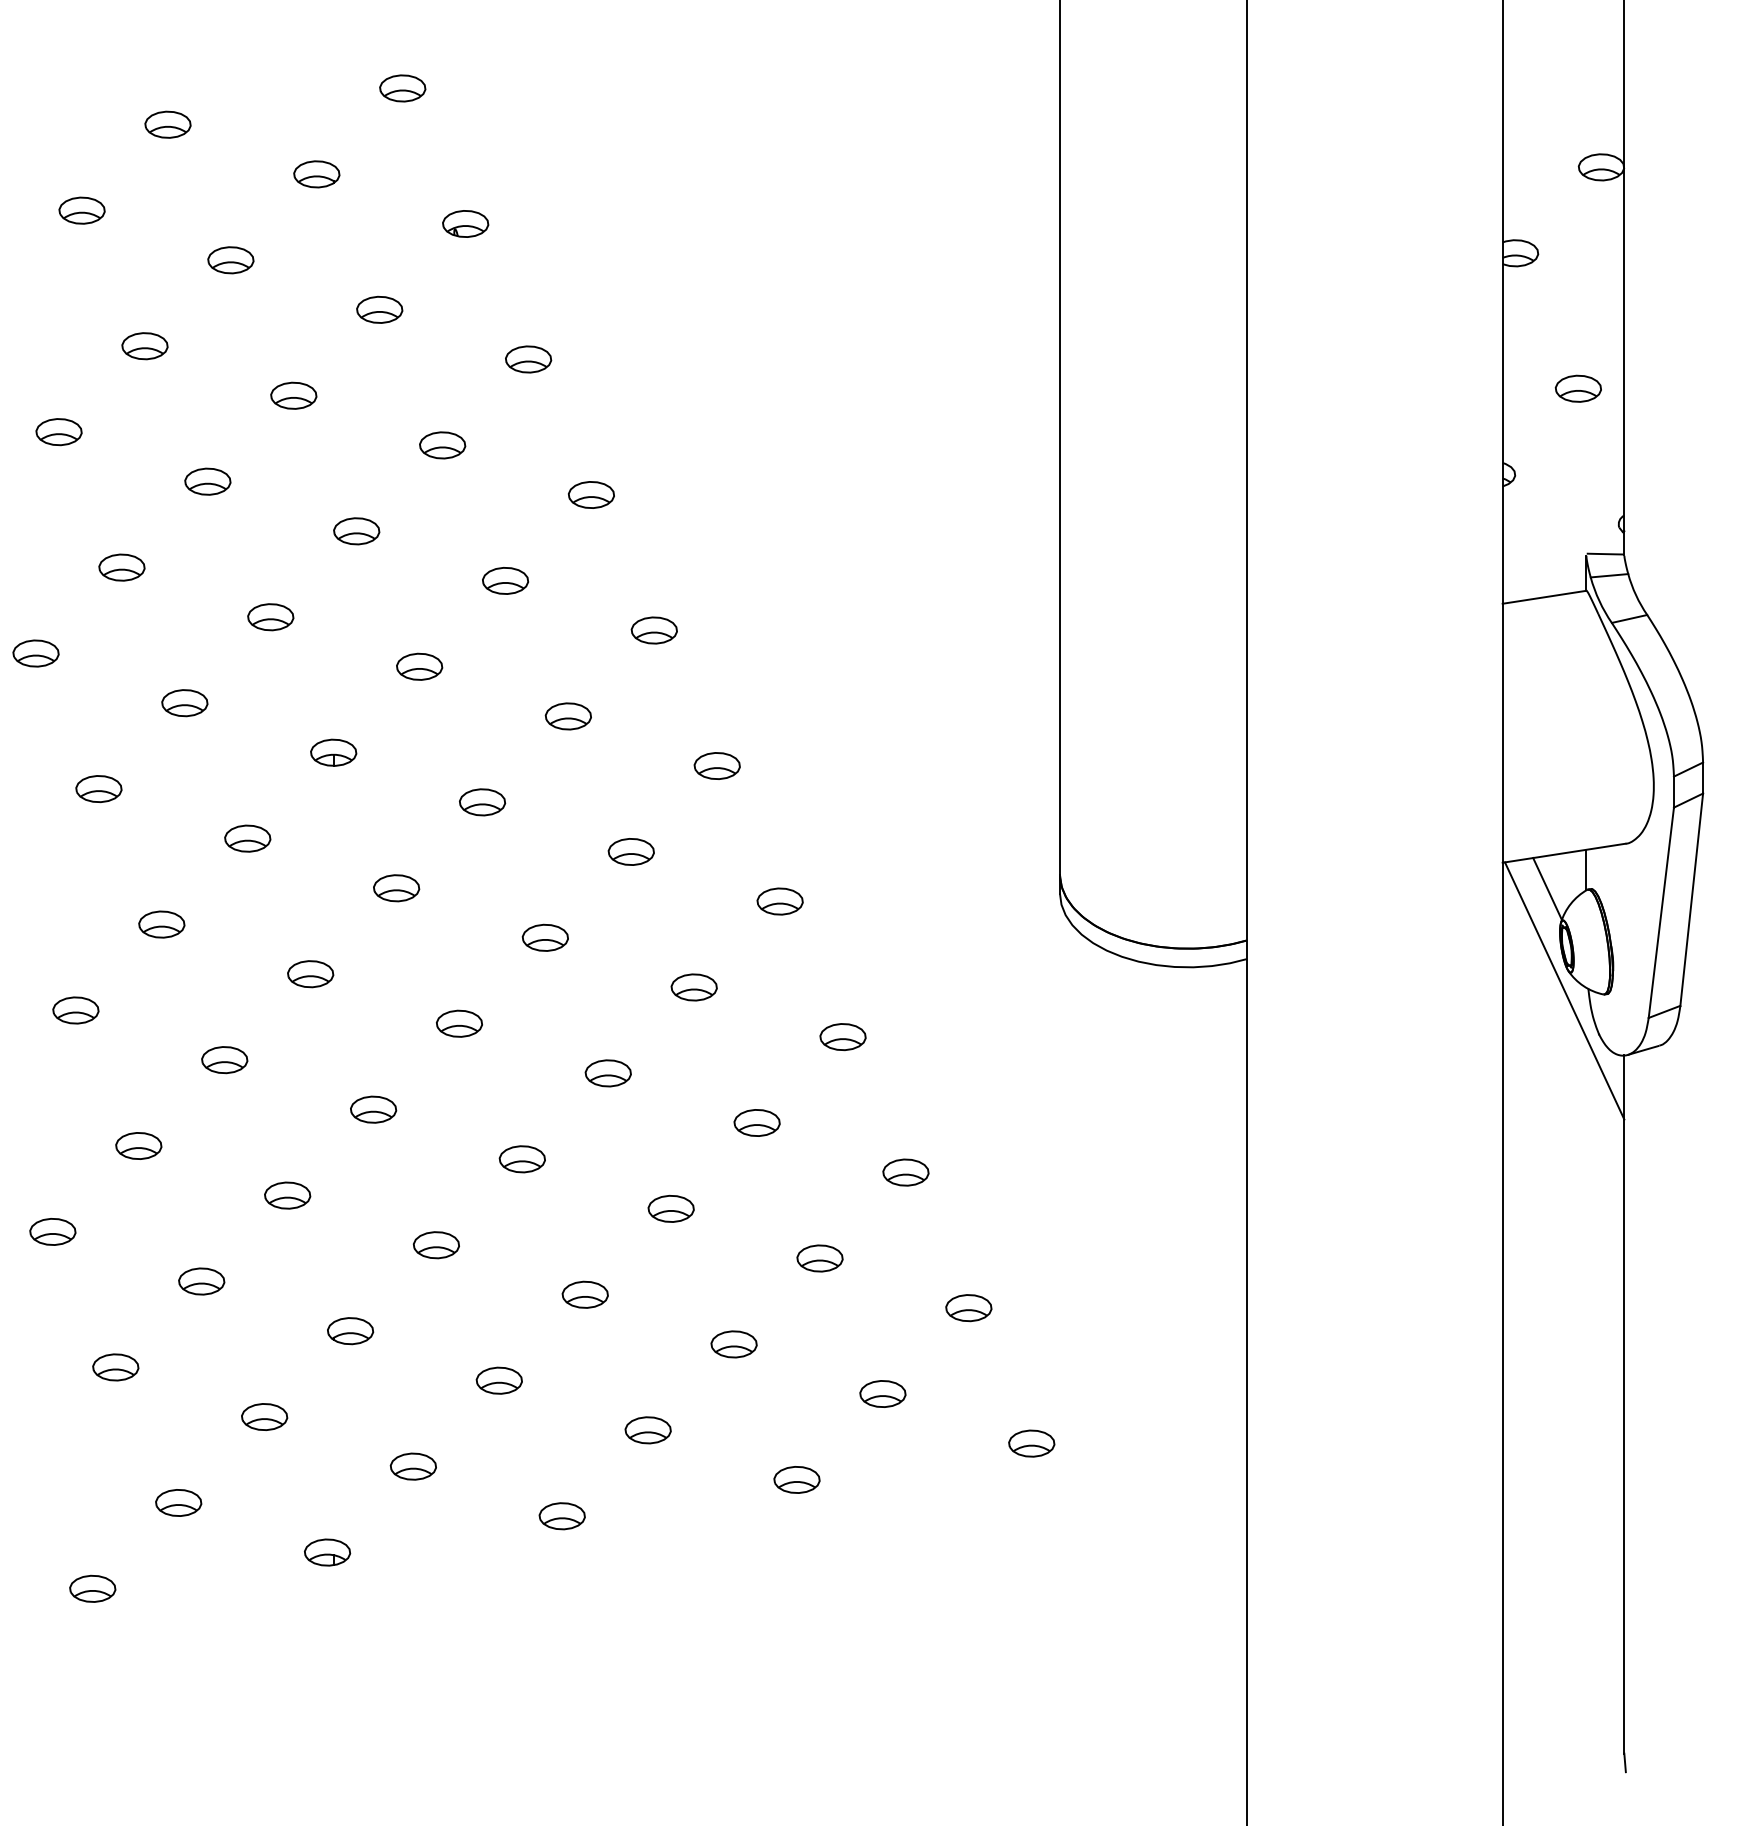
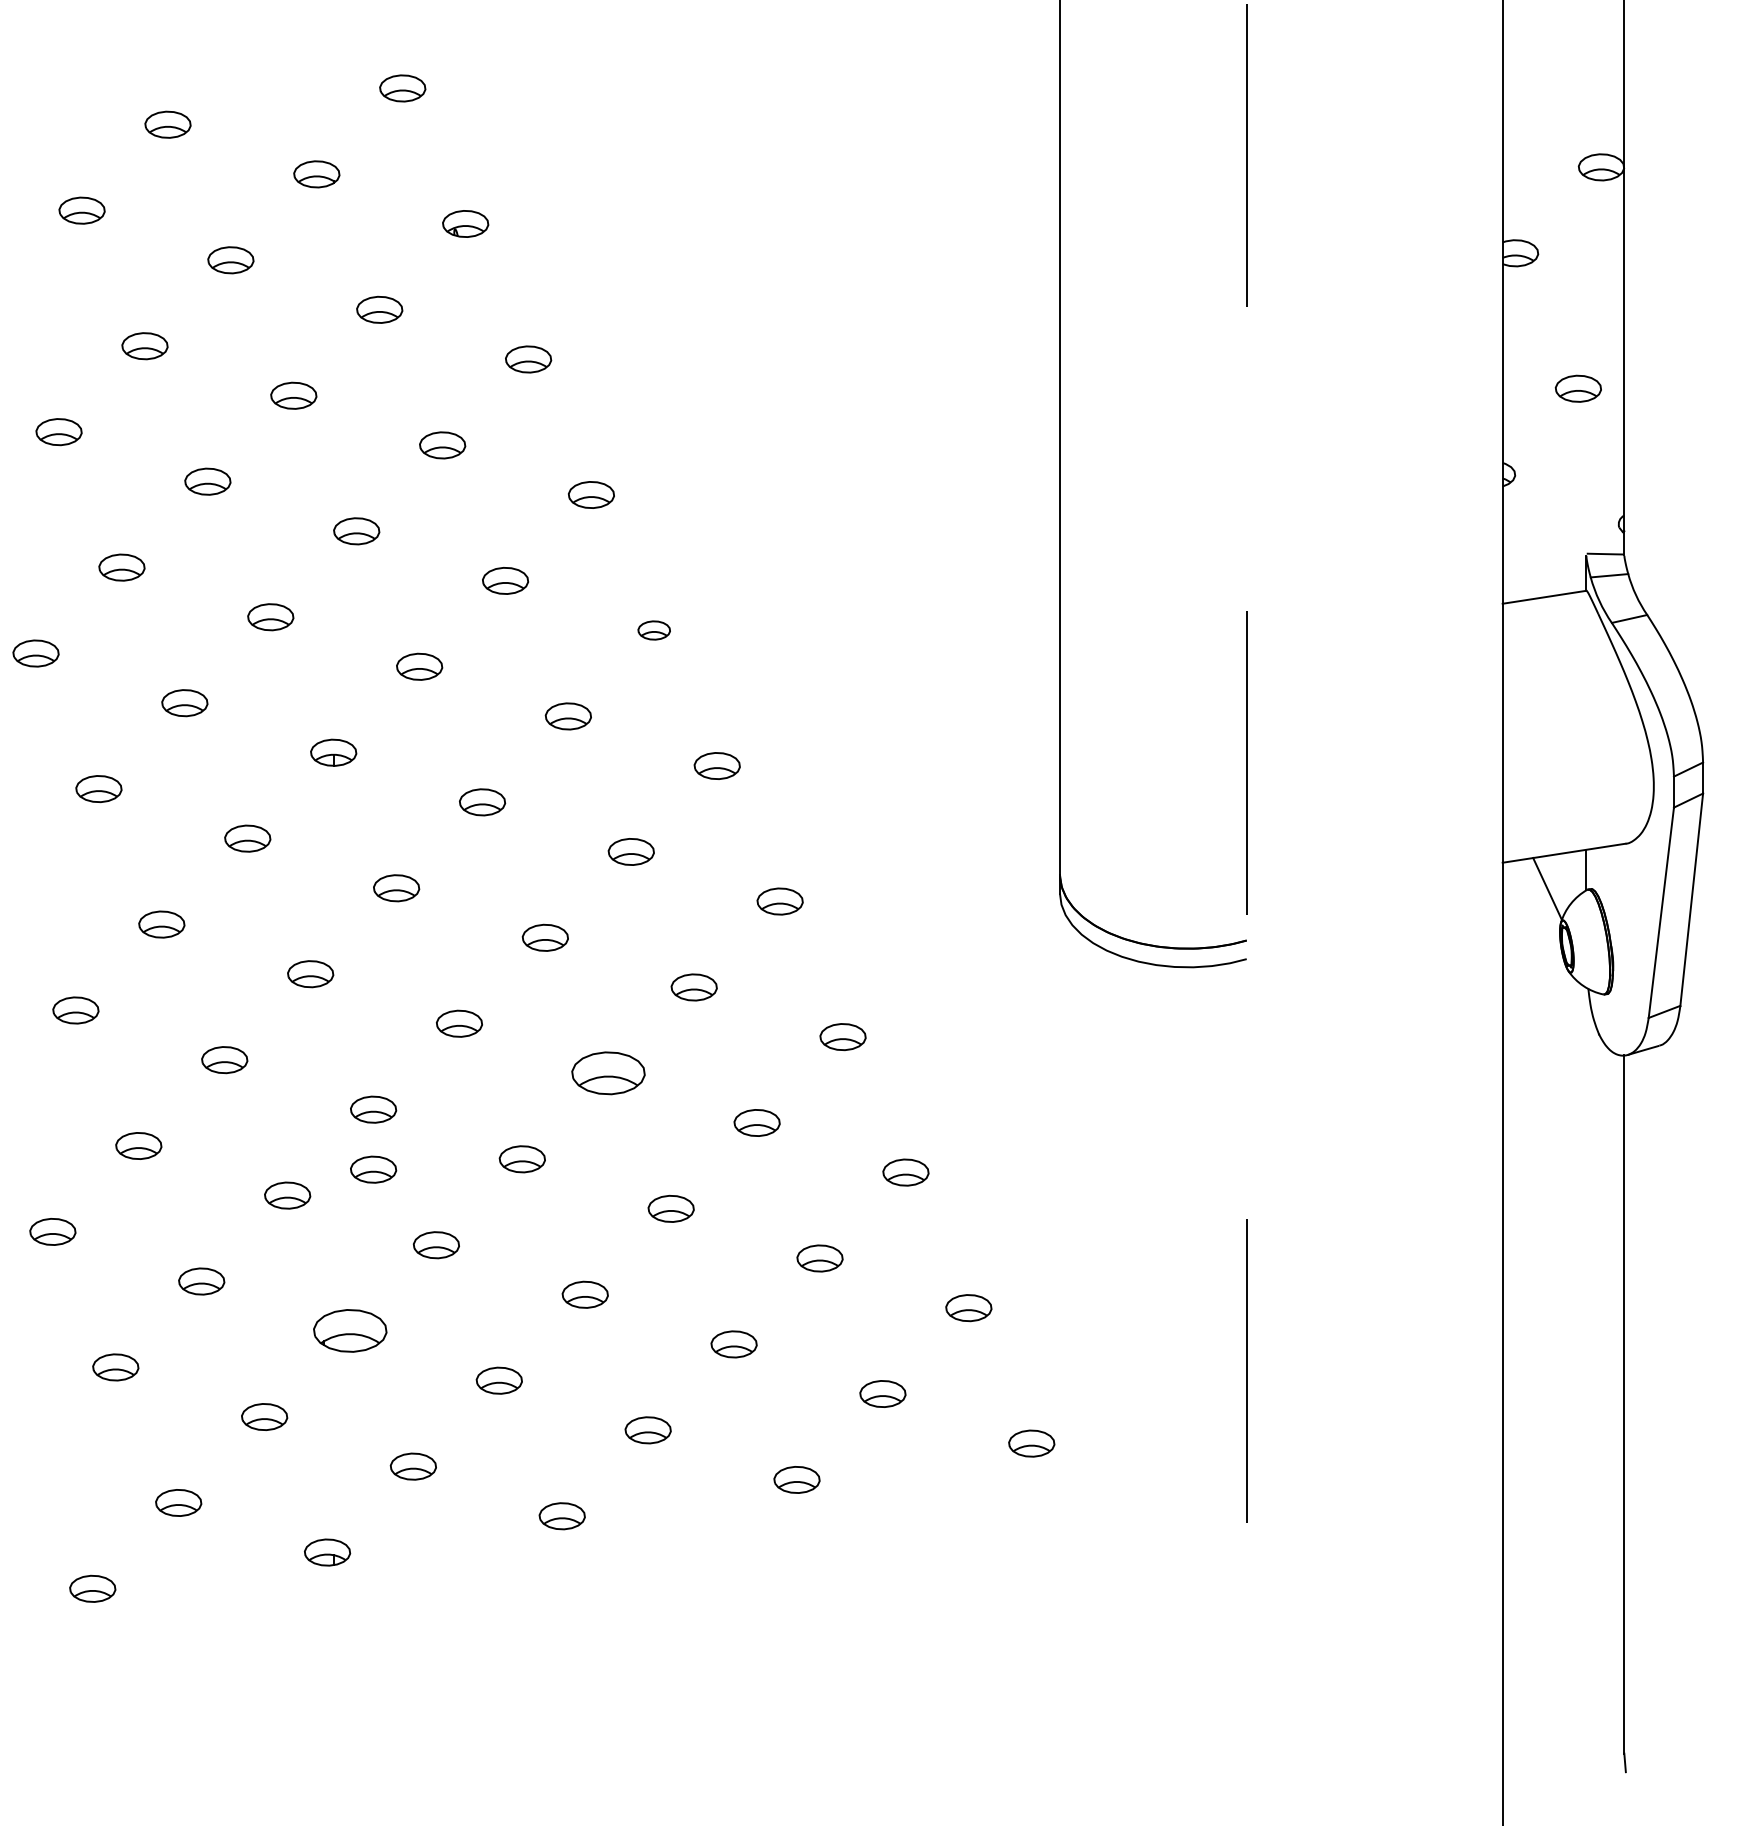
part at (653, 630) size: 48x29 px -> 34x21 px
line at (1246, 913): solid -> dashed
line at (1564, 990): present -> none
part at (607, 1073) size: 48x29 px -> 75x45 px
part at (373, 1169): none -> present
part at (350, 1331) size: 48x29 px -> 75x44 px
